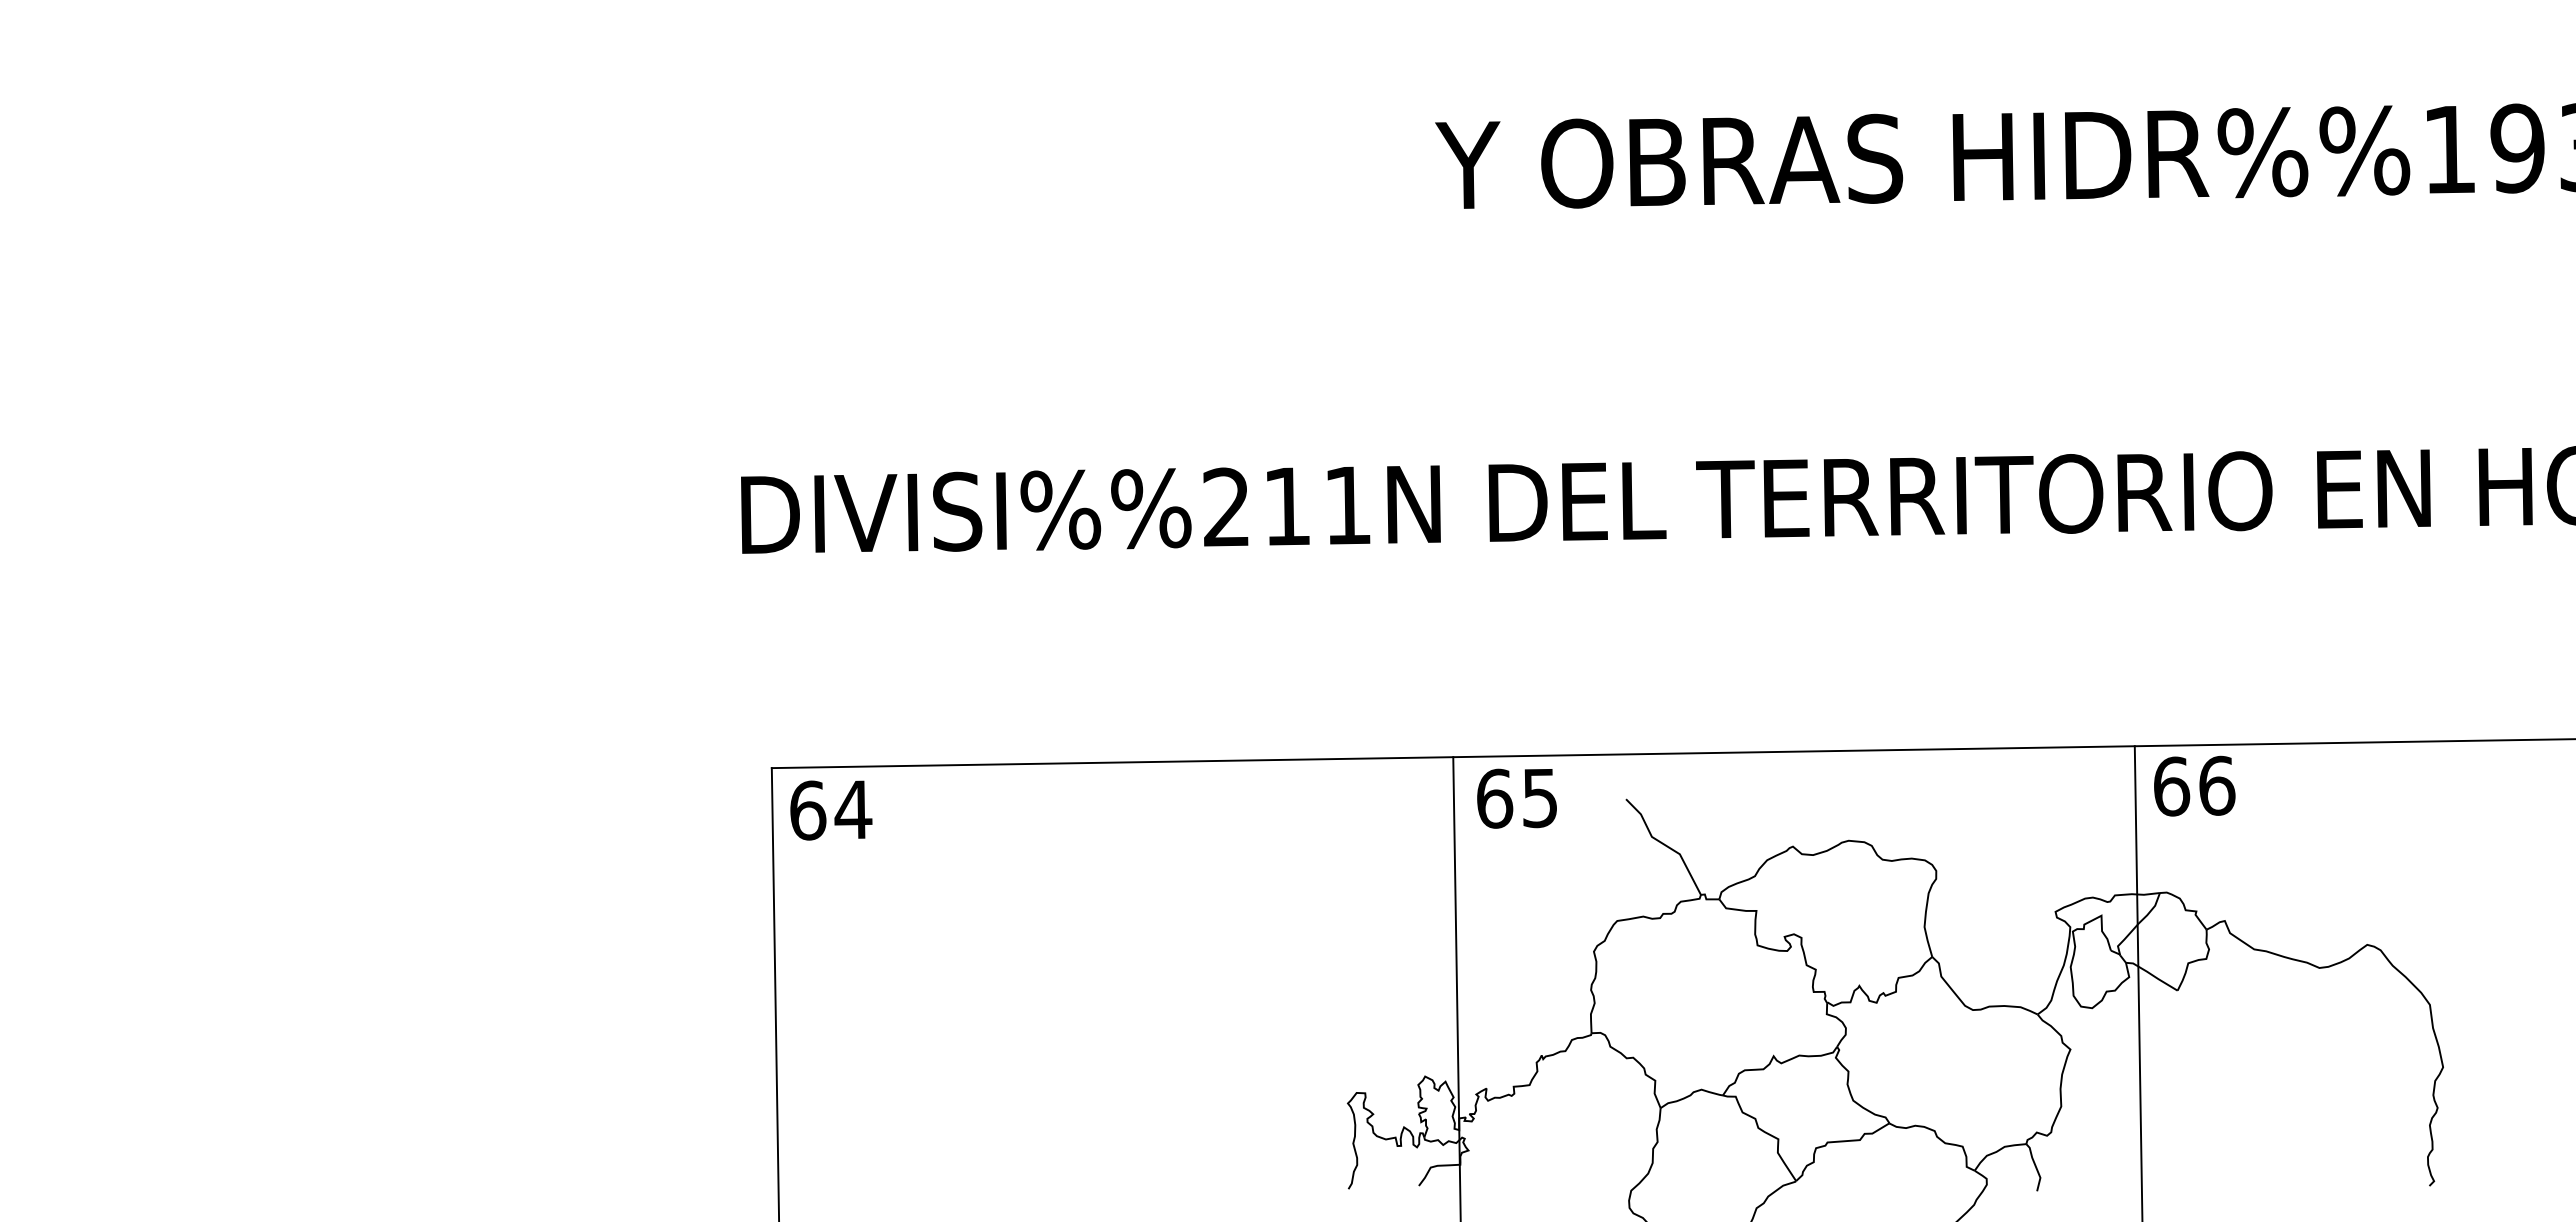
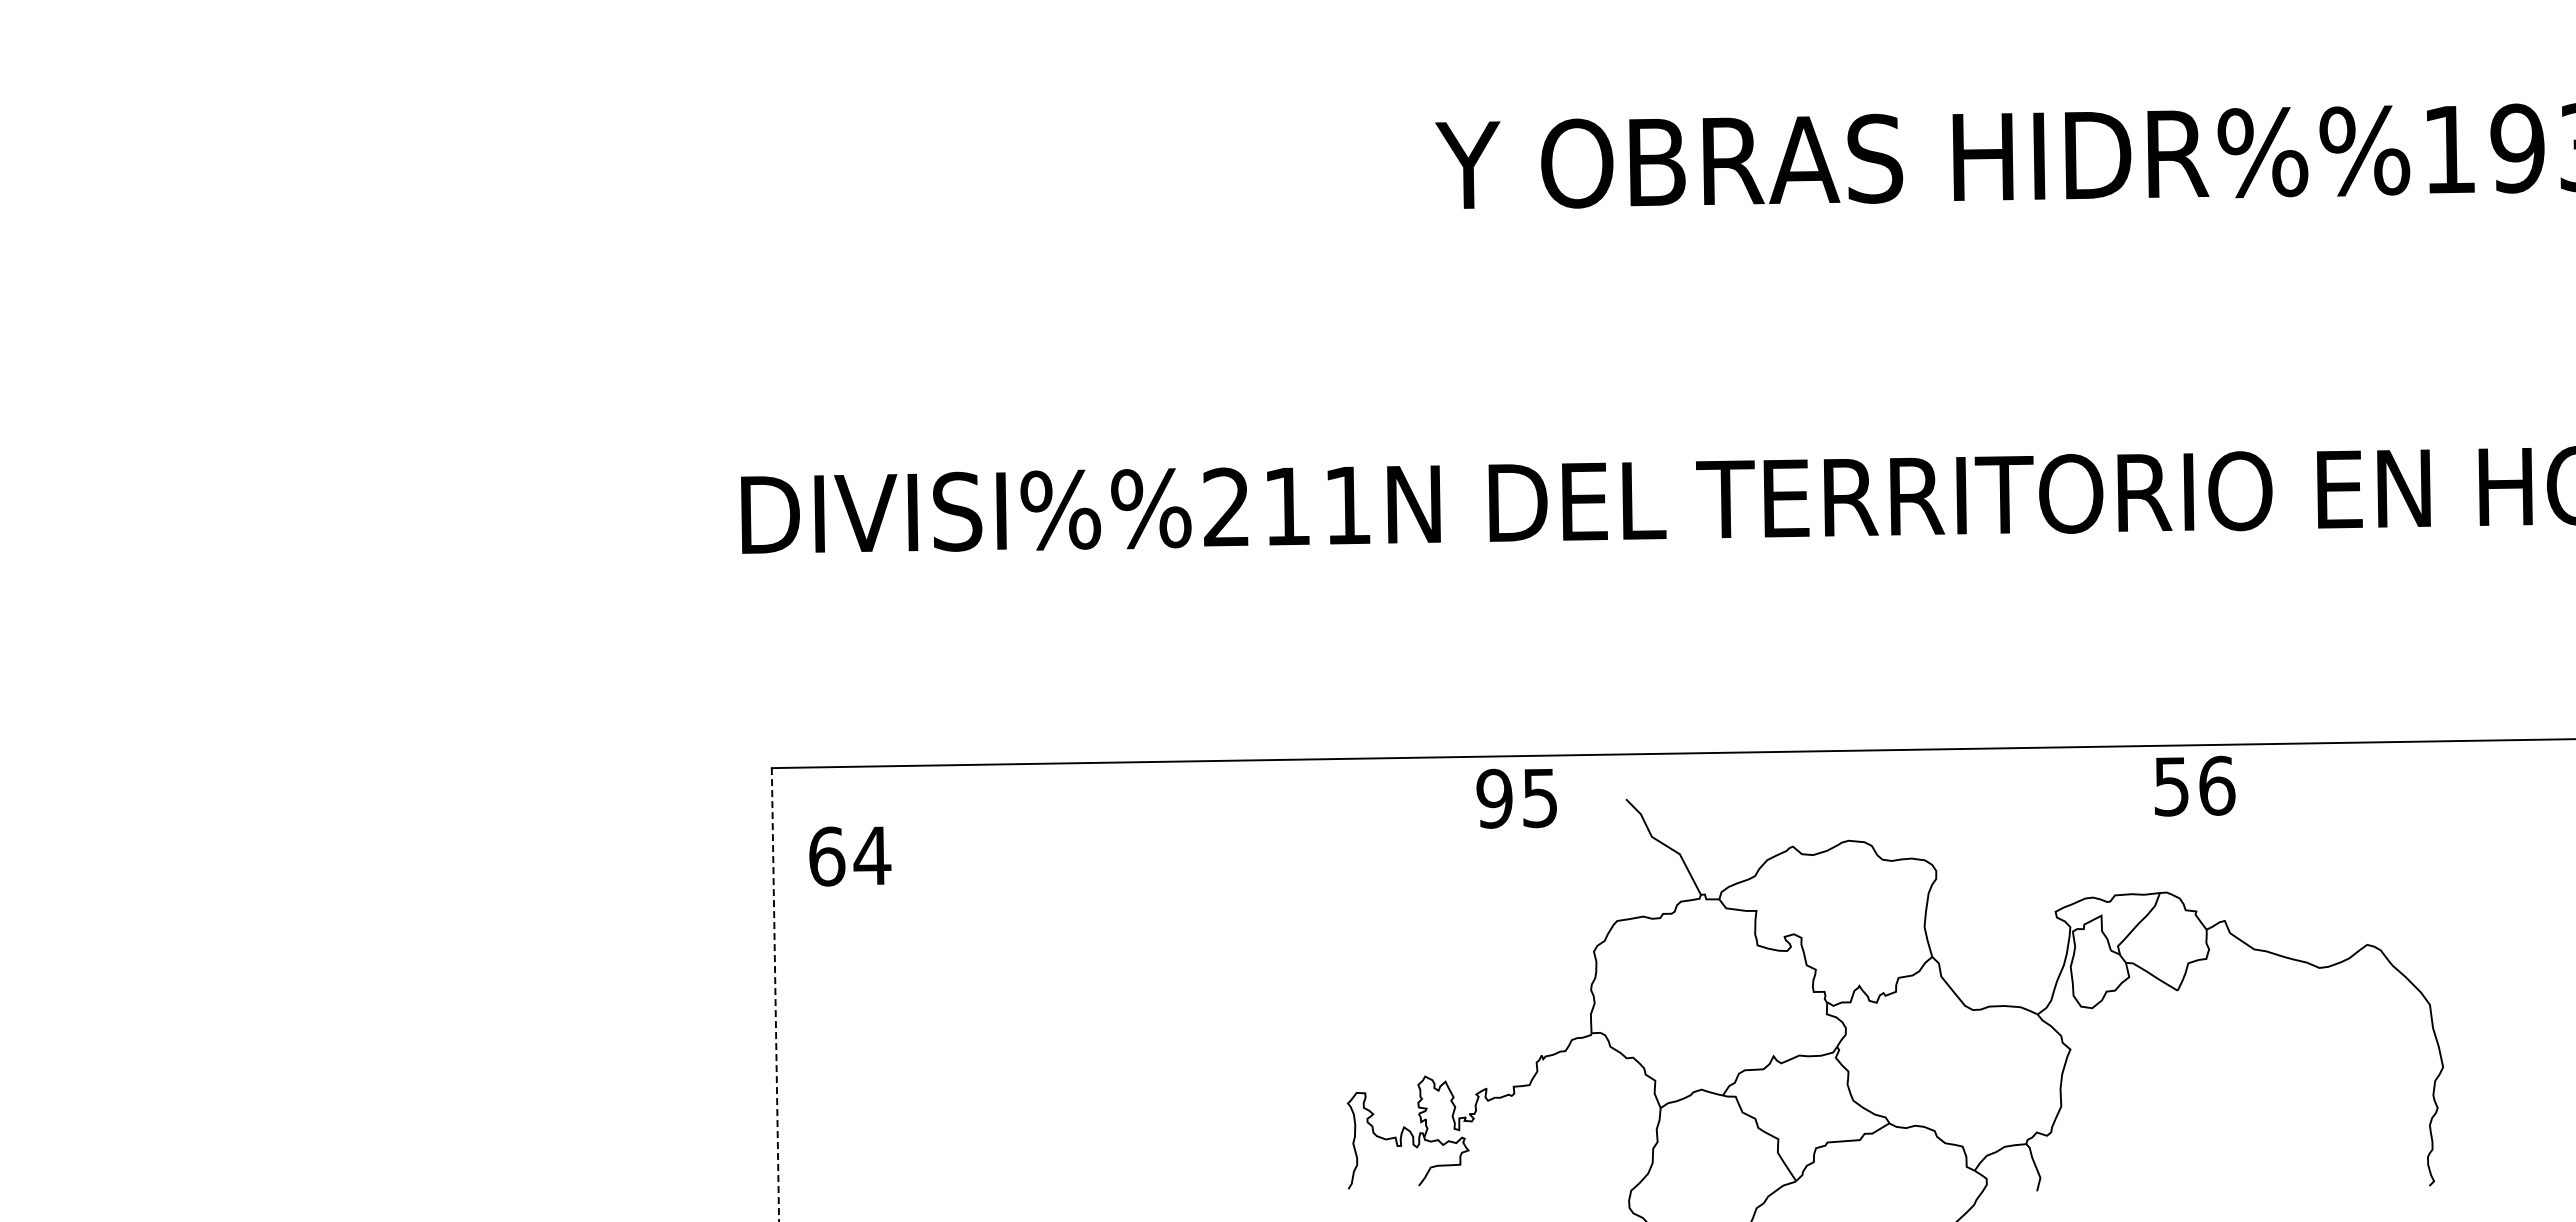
text at (2172, 786): 66 -> 56
text at (1494, 798): 65 -> 95
text at (831, 810) position: (831, 810) -> (850, 856)
line at (2138, 982): present -> none
line at (1456, 987): present -> none
line at (775, 994): solid -> dashed
